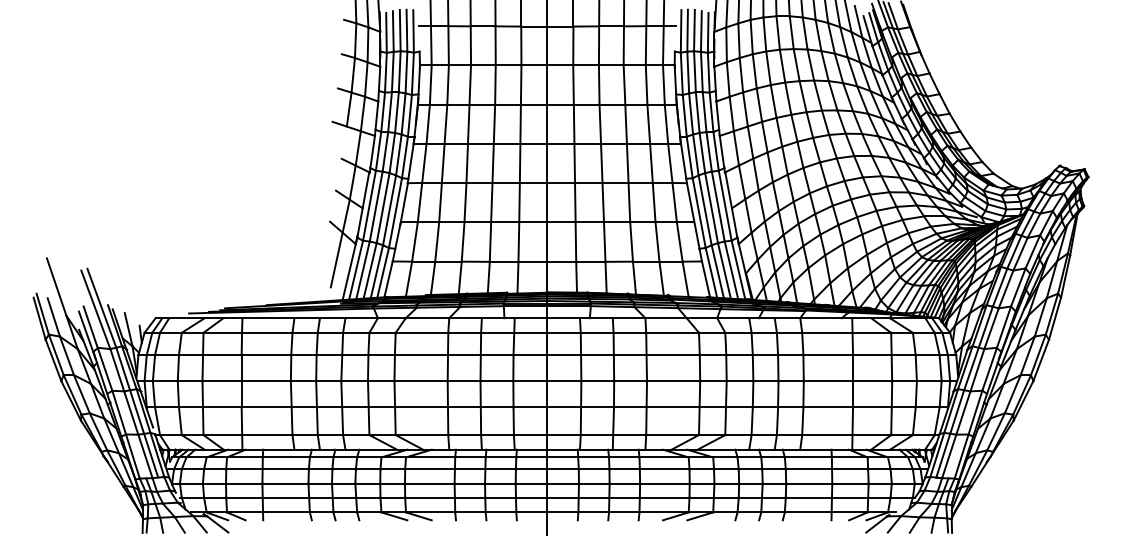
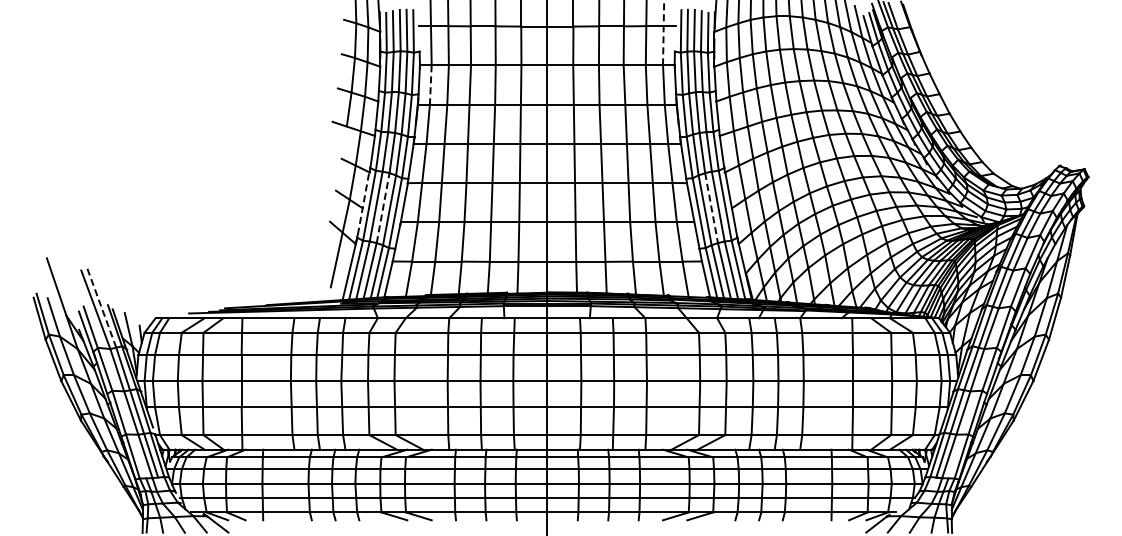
line at (663, 32): solid -> dashed
line at (430, 85): solid -> dashed
line at (363, 205): solid -> dashed
line at (383, 208): solid -> dashed
line at (711, 208): solid -> dashed
line at (101, 307): solid -> dashed
